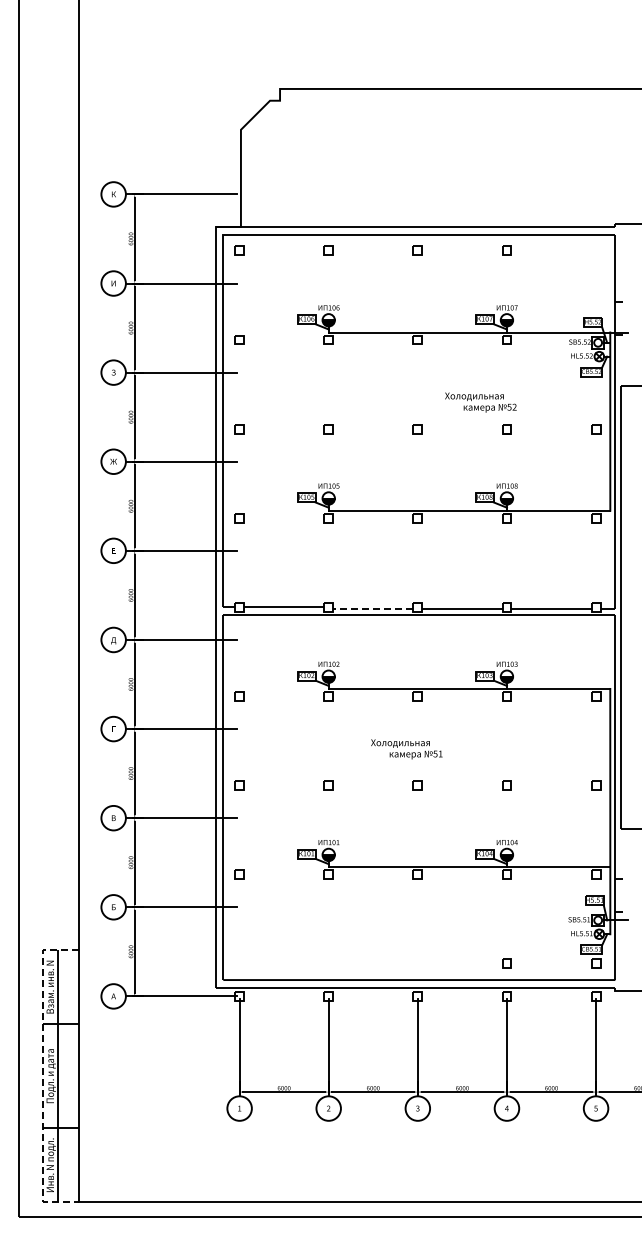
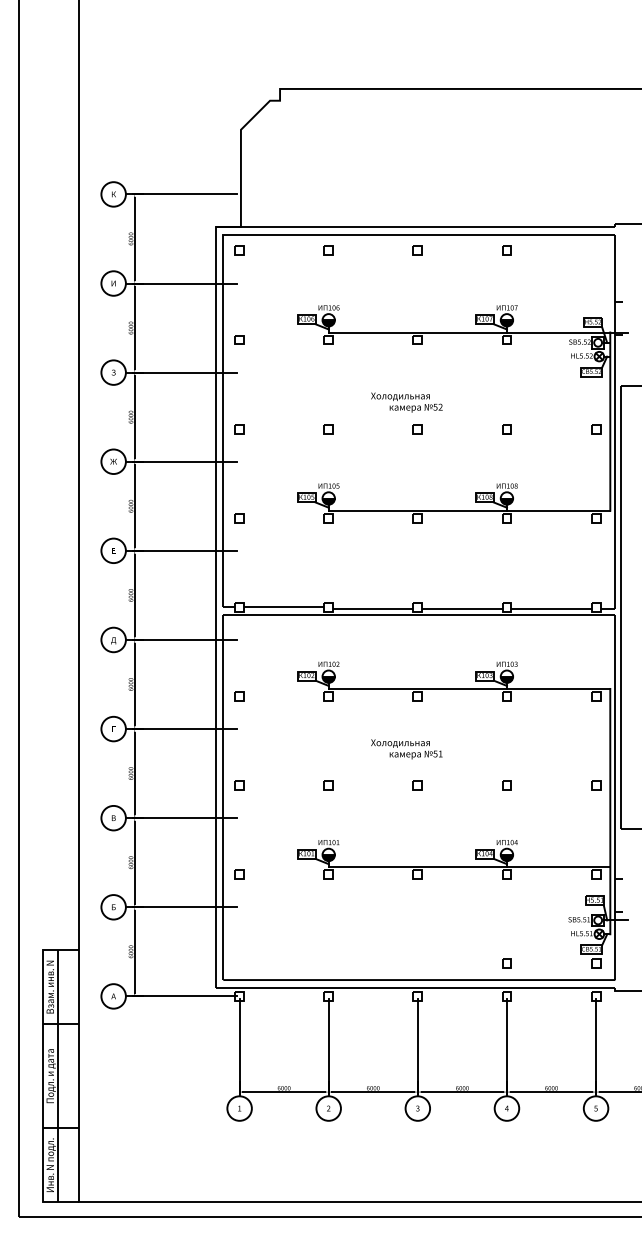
text at (480, 402) position: (480, 402) -> (406, 402)
line at (372, 608): dashed -> solid
line at (42, 1076): dashed -> solid
